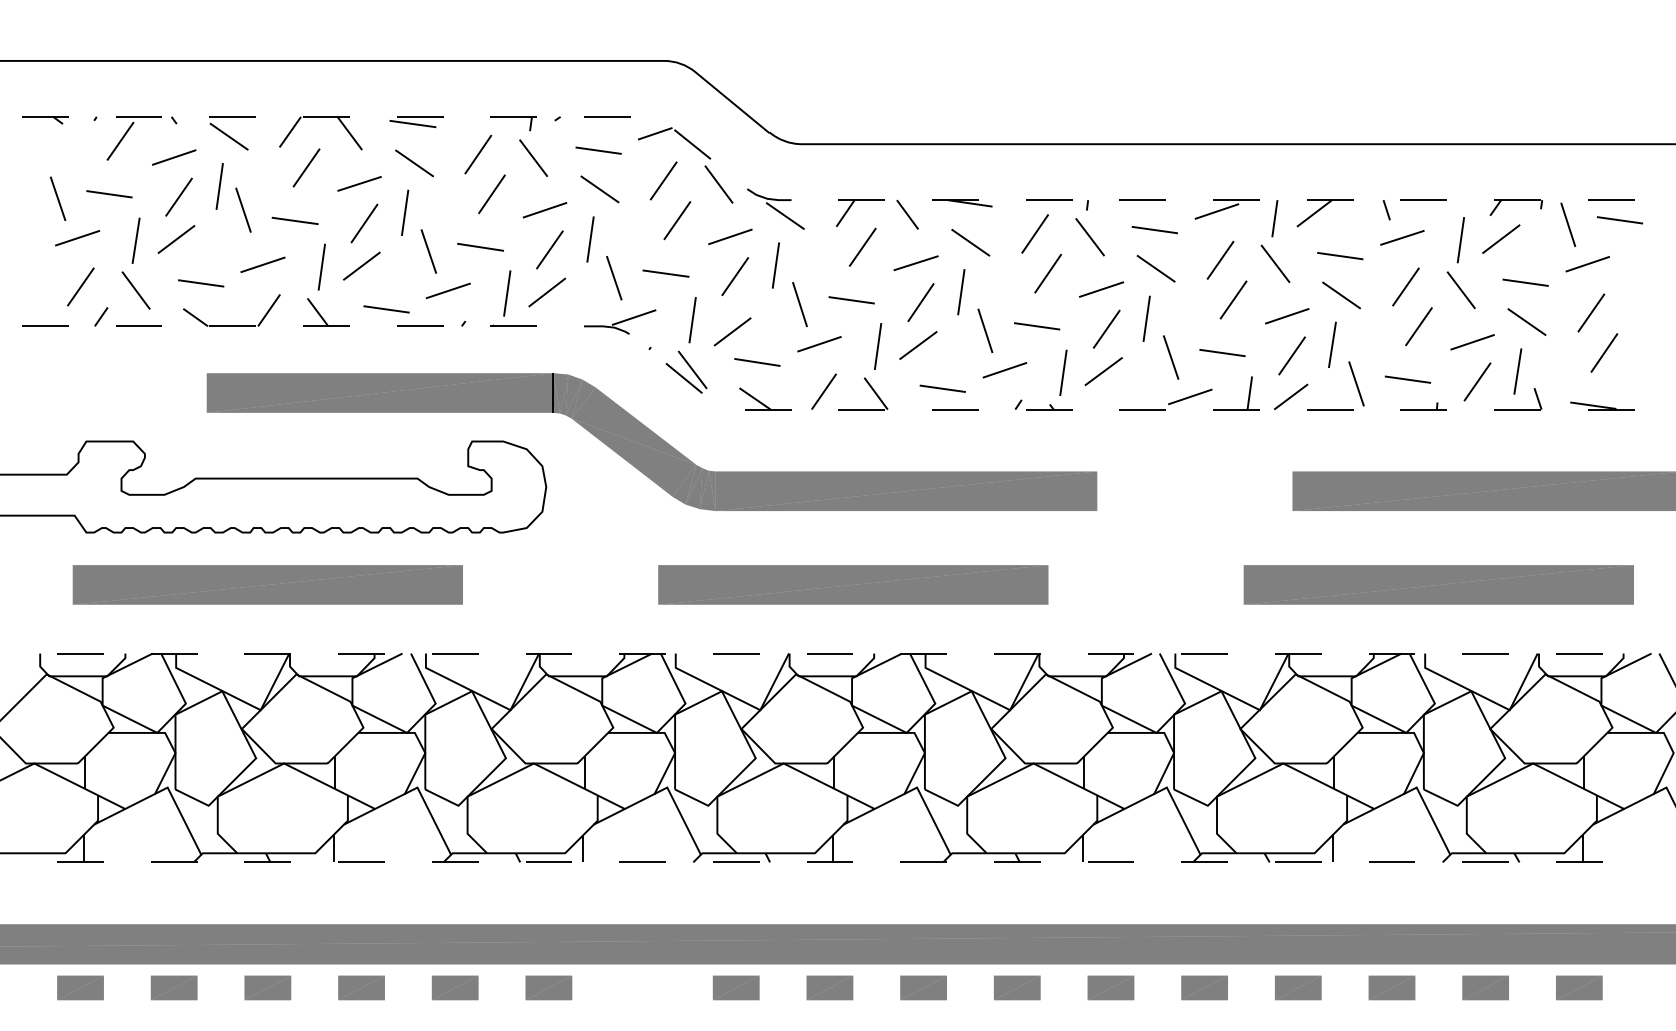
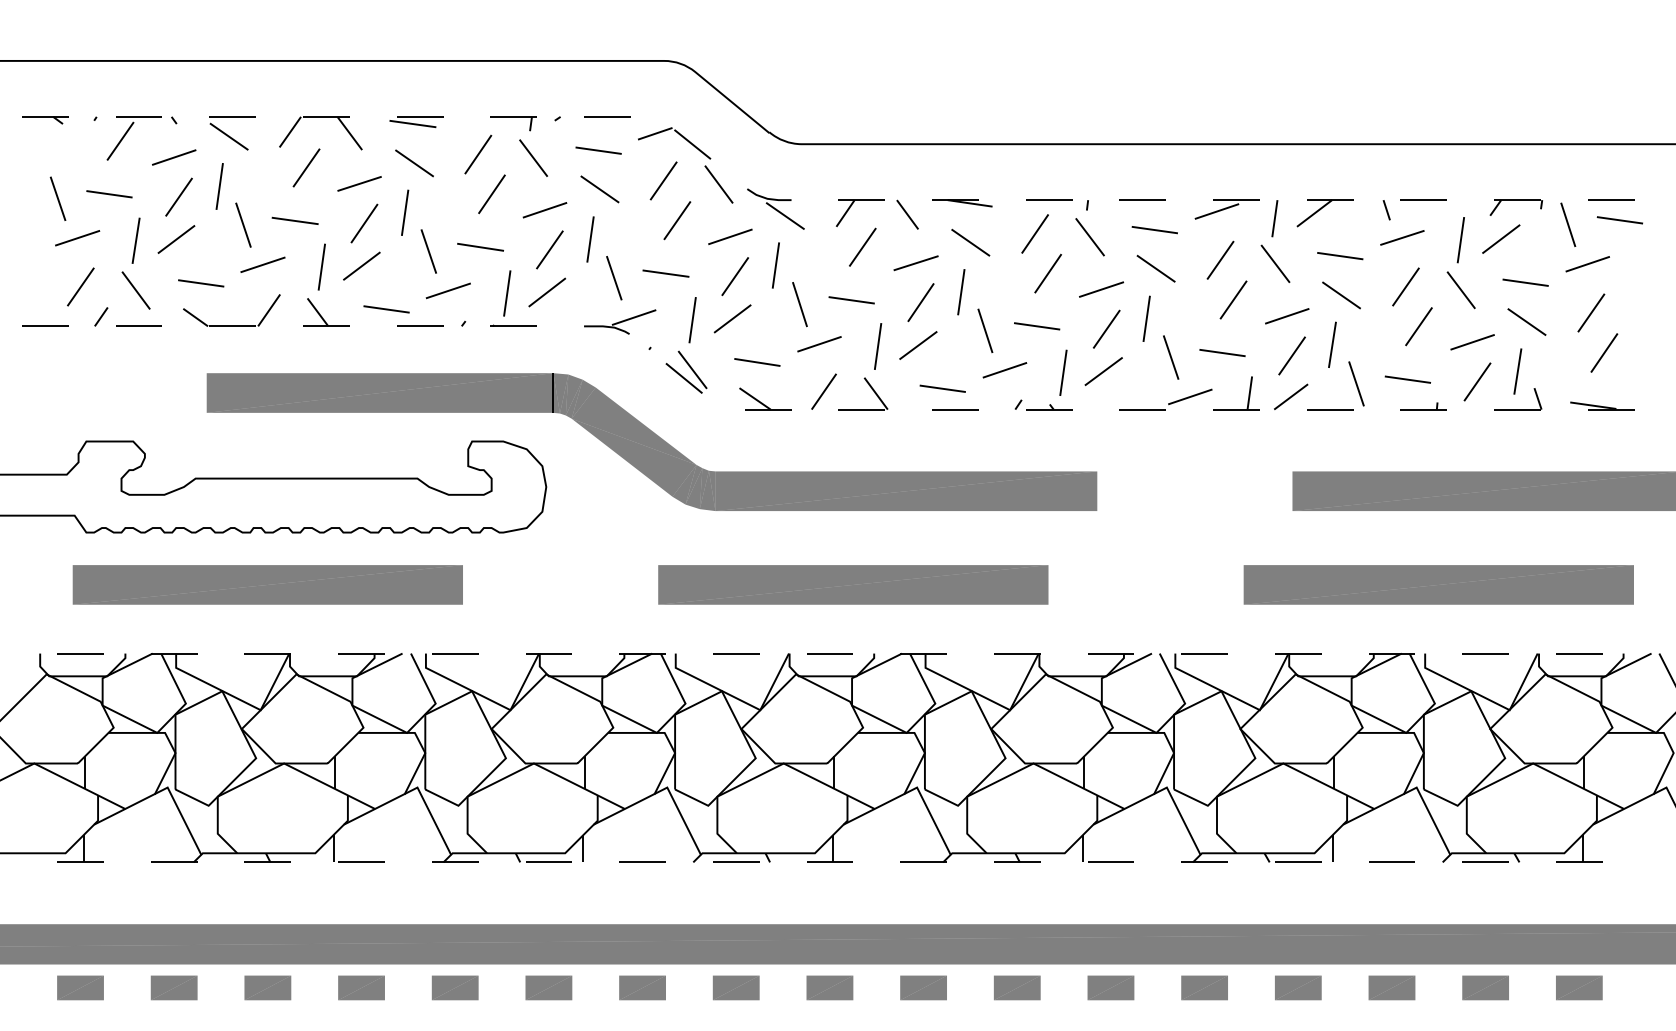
line at (243, 209) position: (243, 209) -> (243, 224)
line at (732, 331) position: (732, 331) -> (732, 318)
part at (642, 987): none -> present
